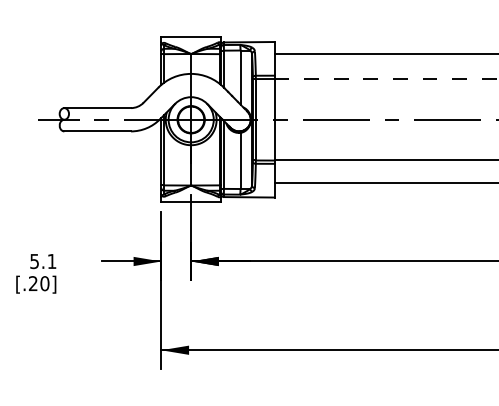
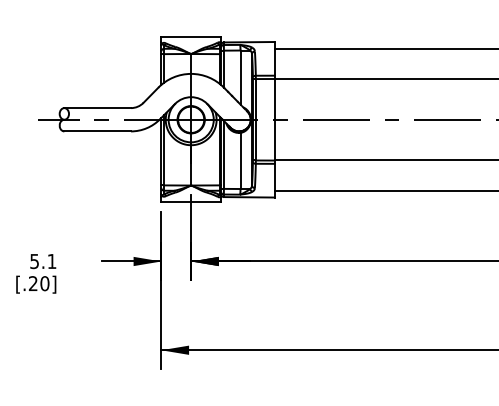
line at (384, 54) position: (384, 54) -> (384, 49)
line at (386, 79): dashed -> solid
line at (384, 182) position: (384, 182) -> (384, 190)
